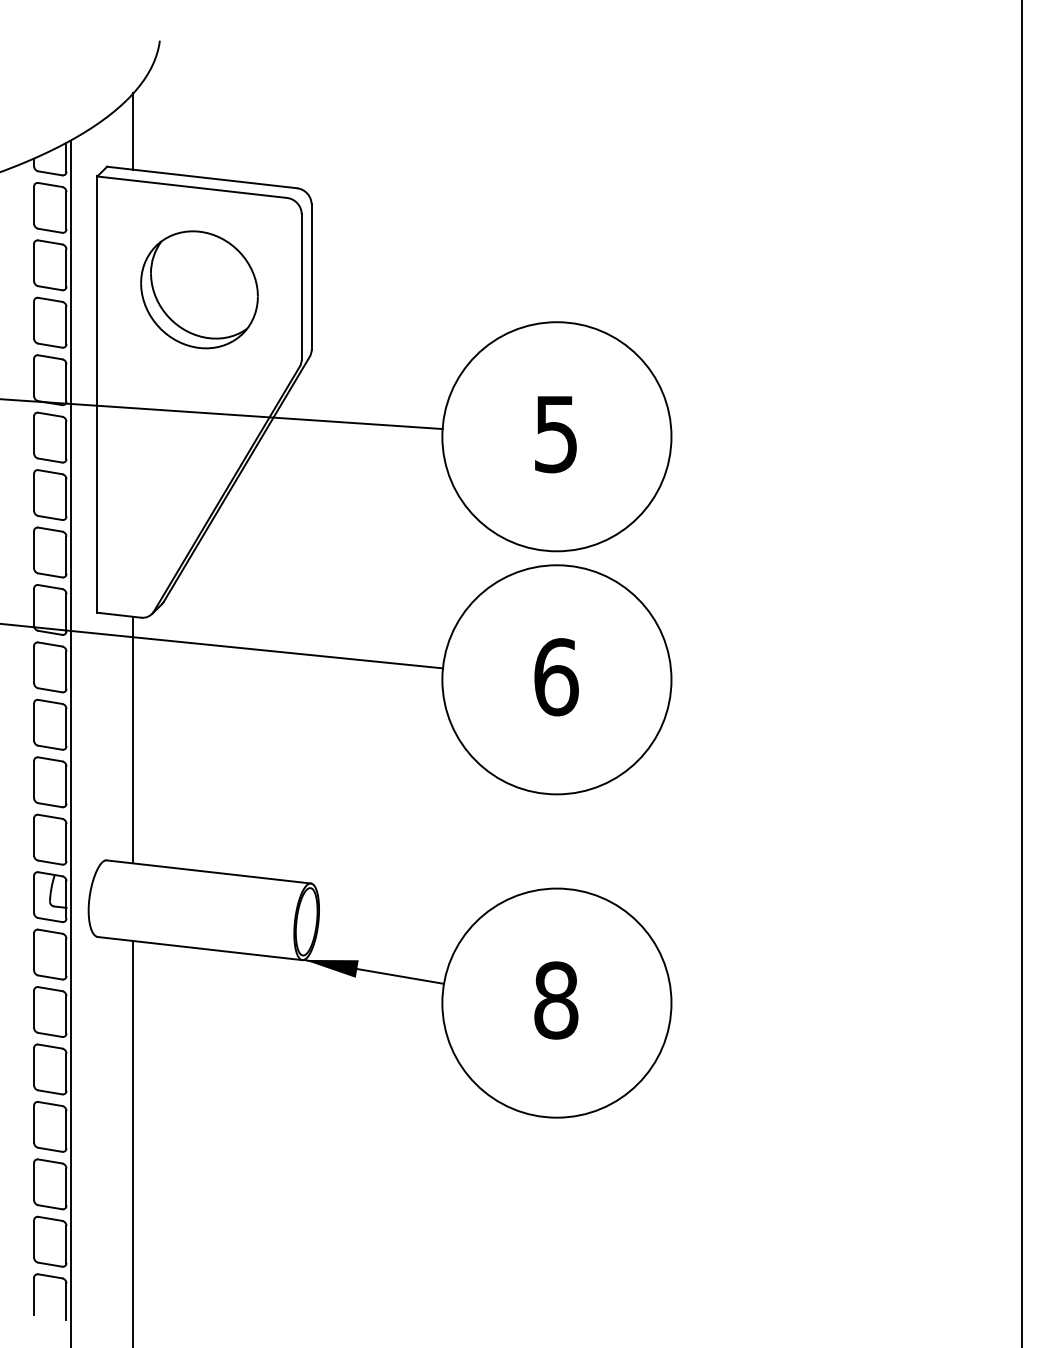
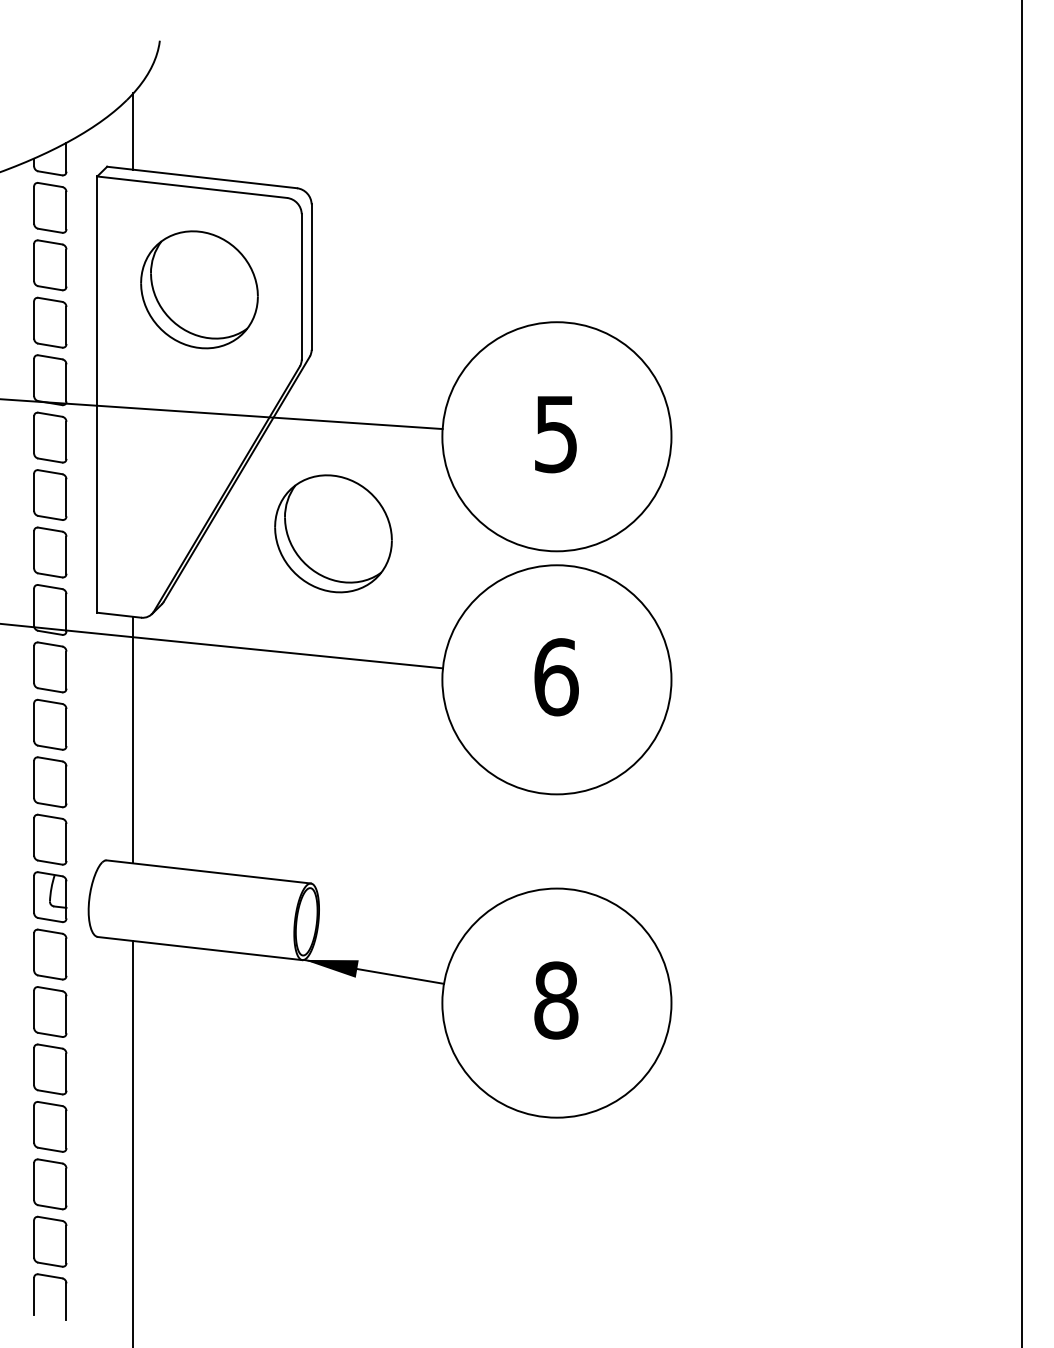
part at (333, 533): none -> present
line at (70, 742): present -> none
